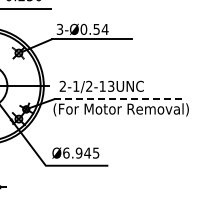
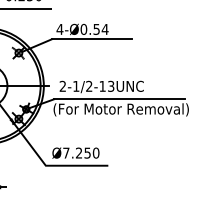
text at (59, 28): 3-Ø0.54 -> 4-Ø0.54
line at (119, 99): dashed -> solid
text at (81, 152): Ø6.945 -> Ø7.250
